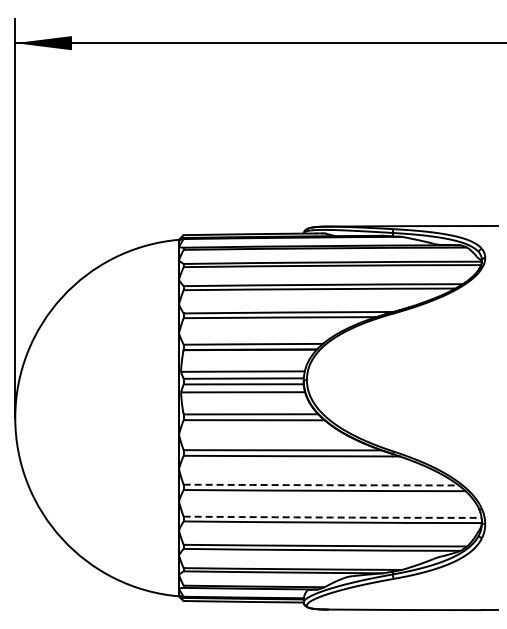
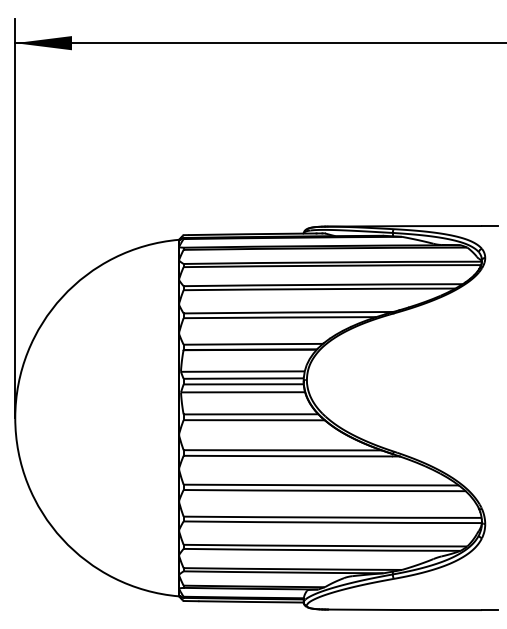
arc at (321, 485): dashed -> solid
arc at (332, 517): dashed -> solid
